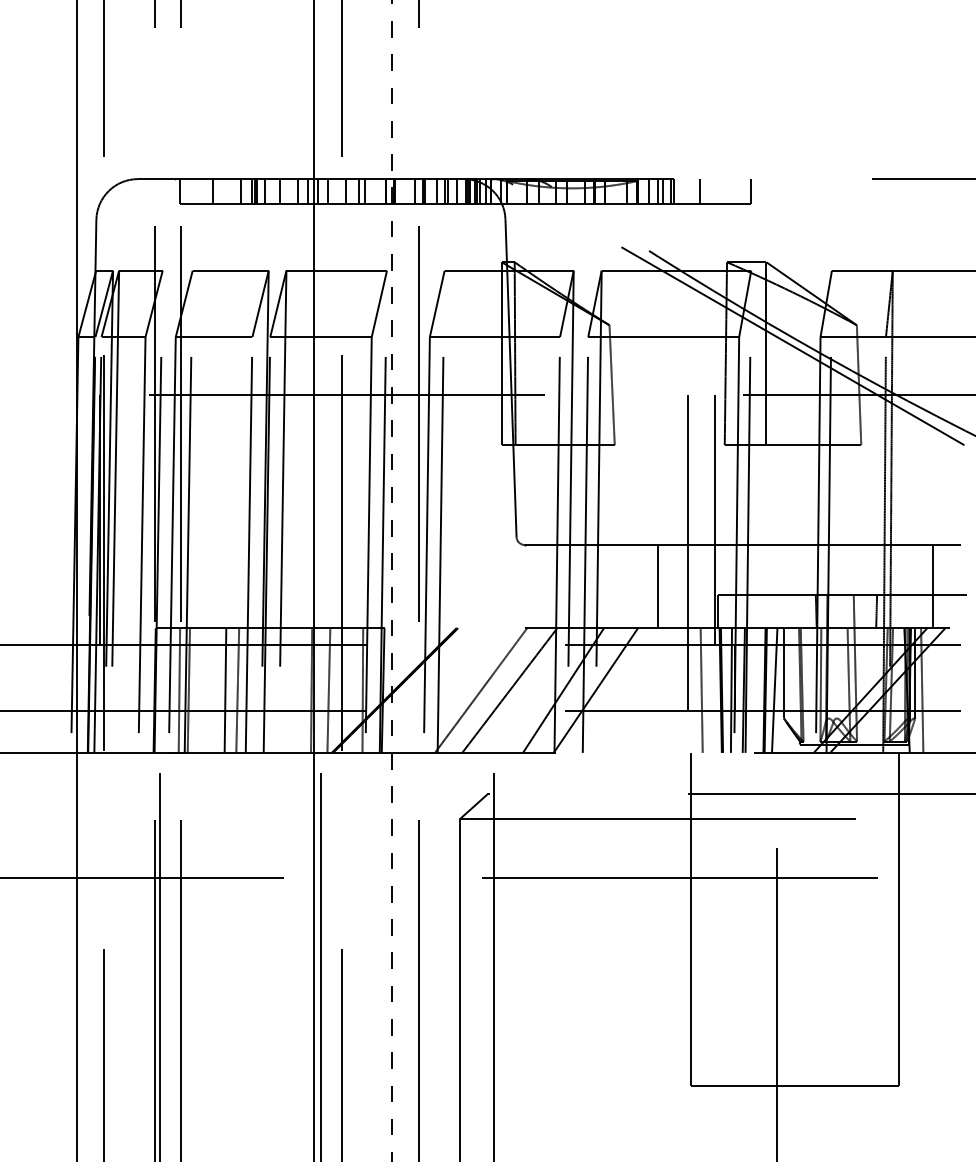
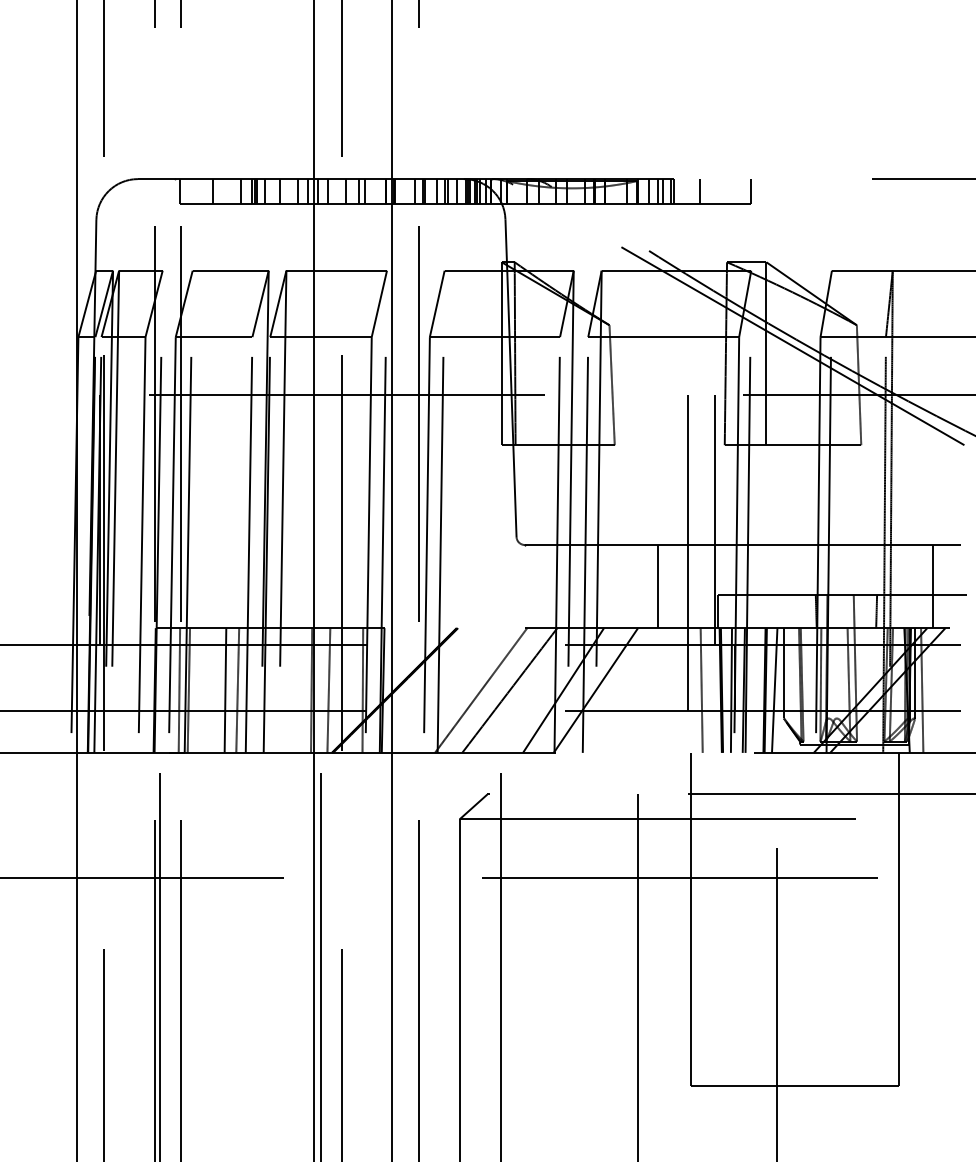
line at (392, 580): dashed -> solid
line at (493, 955) position: (493, 955) -> (500, 955)
line at (637, 976): none -> present
